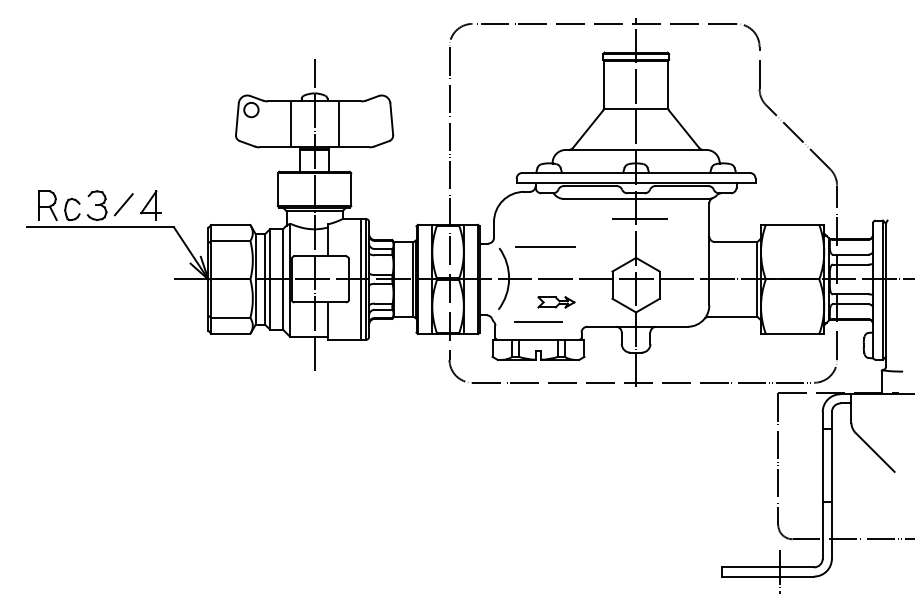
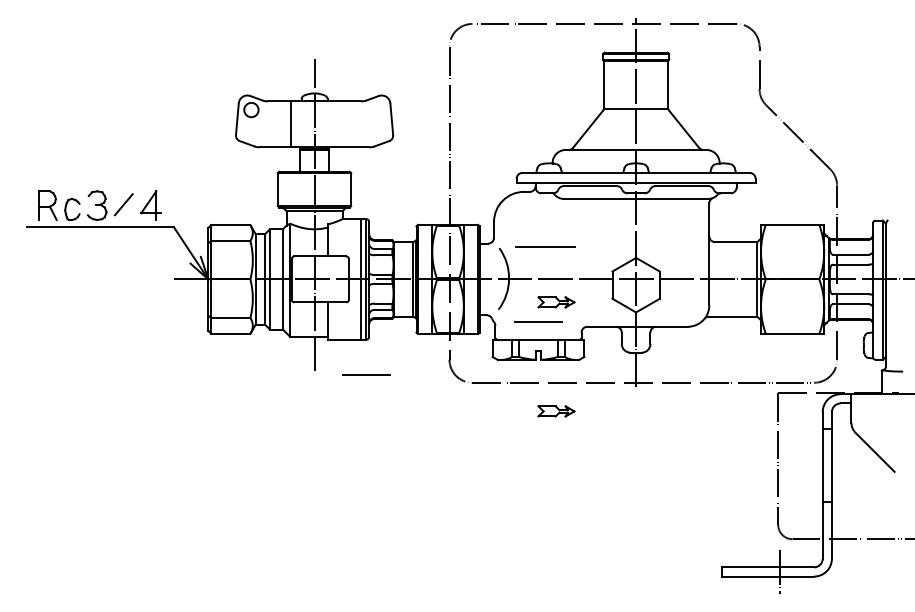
line at (338, 123): present -> none
line at (639, 219): present -> none
line at (366, 374): none -> present
part at (556, 411): none -> present
